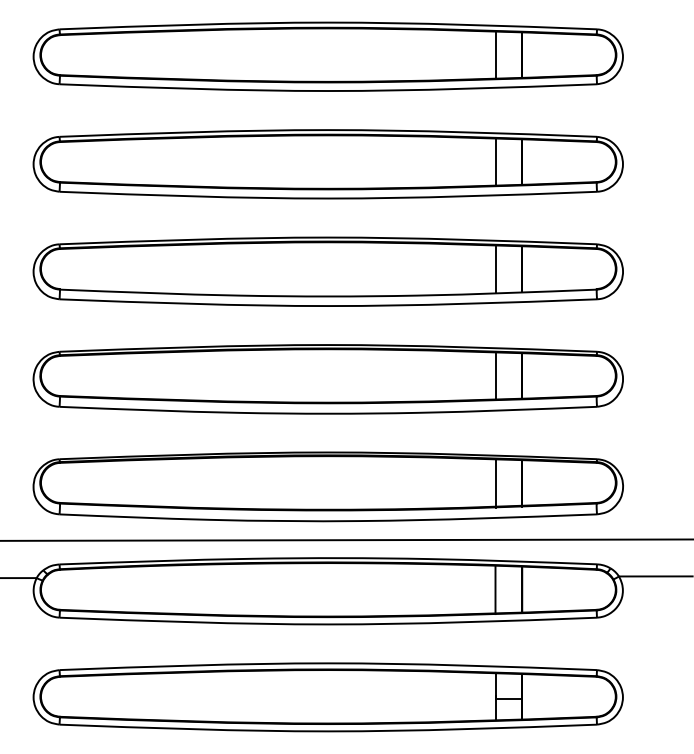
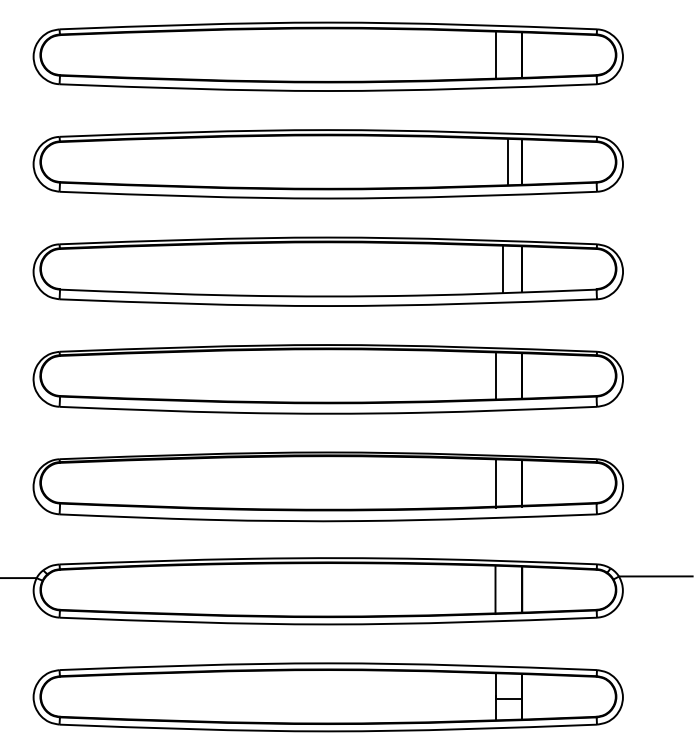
line at (495, 162) position: (495, 162) -> (507, 162)
line at (495, 269) position: (495, 269) -> (502, 269)
line at (346, 539): present -> none
